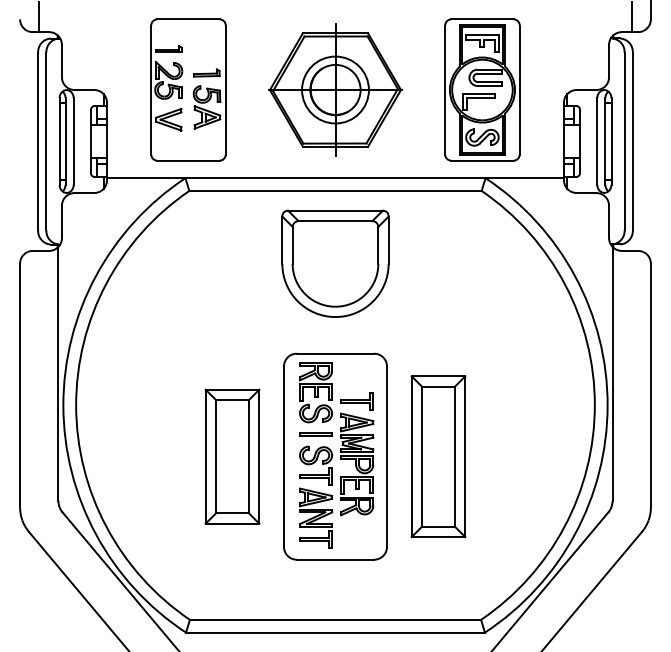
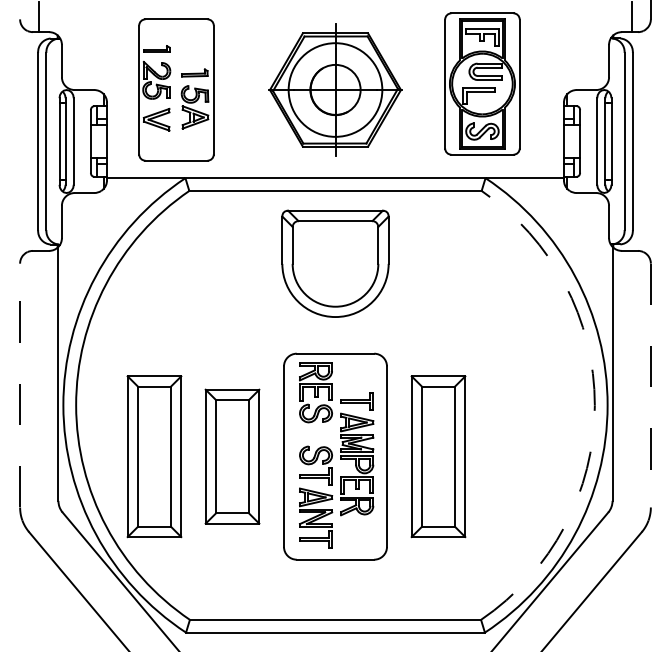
part at (188, 89) position: (188, 89) -> (176, 89)
circle at (335, 89) diameter: 67 px -> 94 px
part at (482, 89) position: (482, 89) -> (482, 83)
line at (20, 385): solid -> dashed
line at (650, 385): solid -> dashed
arc at (594, 405): solid -> dashed
line at (315, 433): present -> none
part at (154, 456): none -> present
